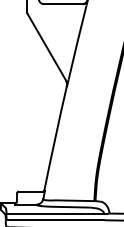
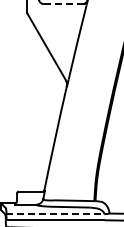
line at (63, 4): solid -> dashed
line at (55, 214): solid -> dashed
